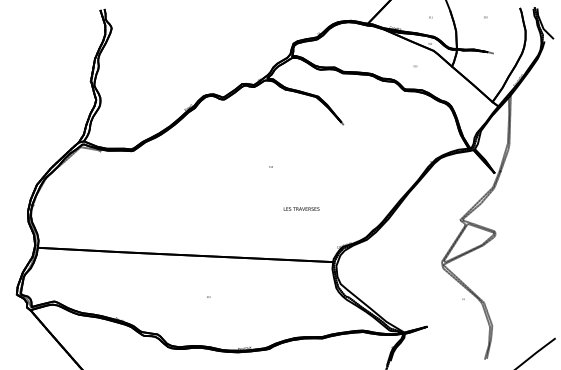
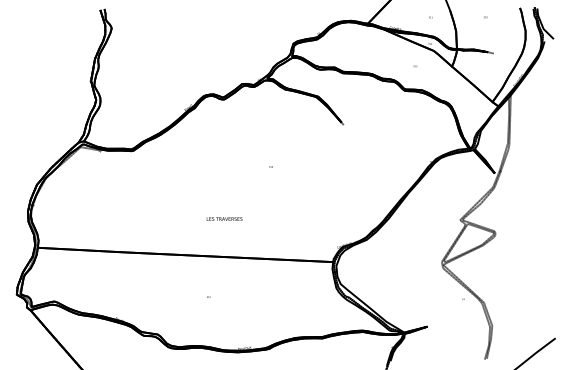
text at (301, 208) position: (301, 208) -> (224, 218)
